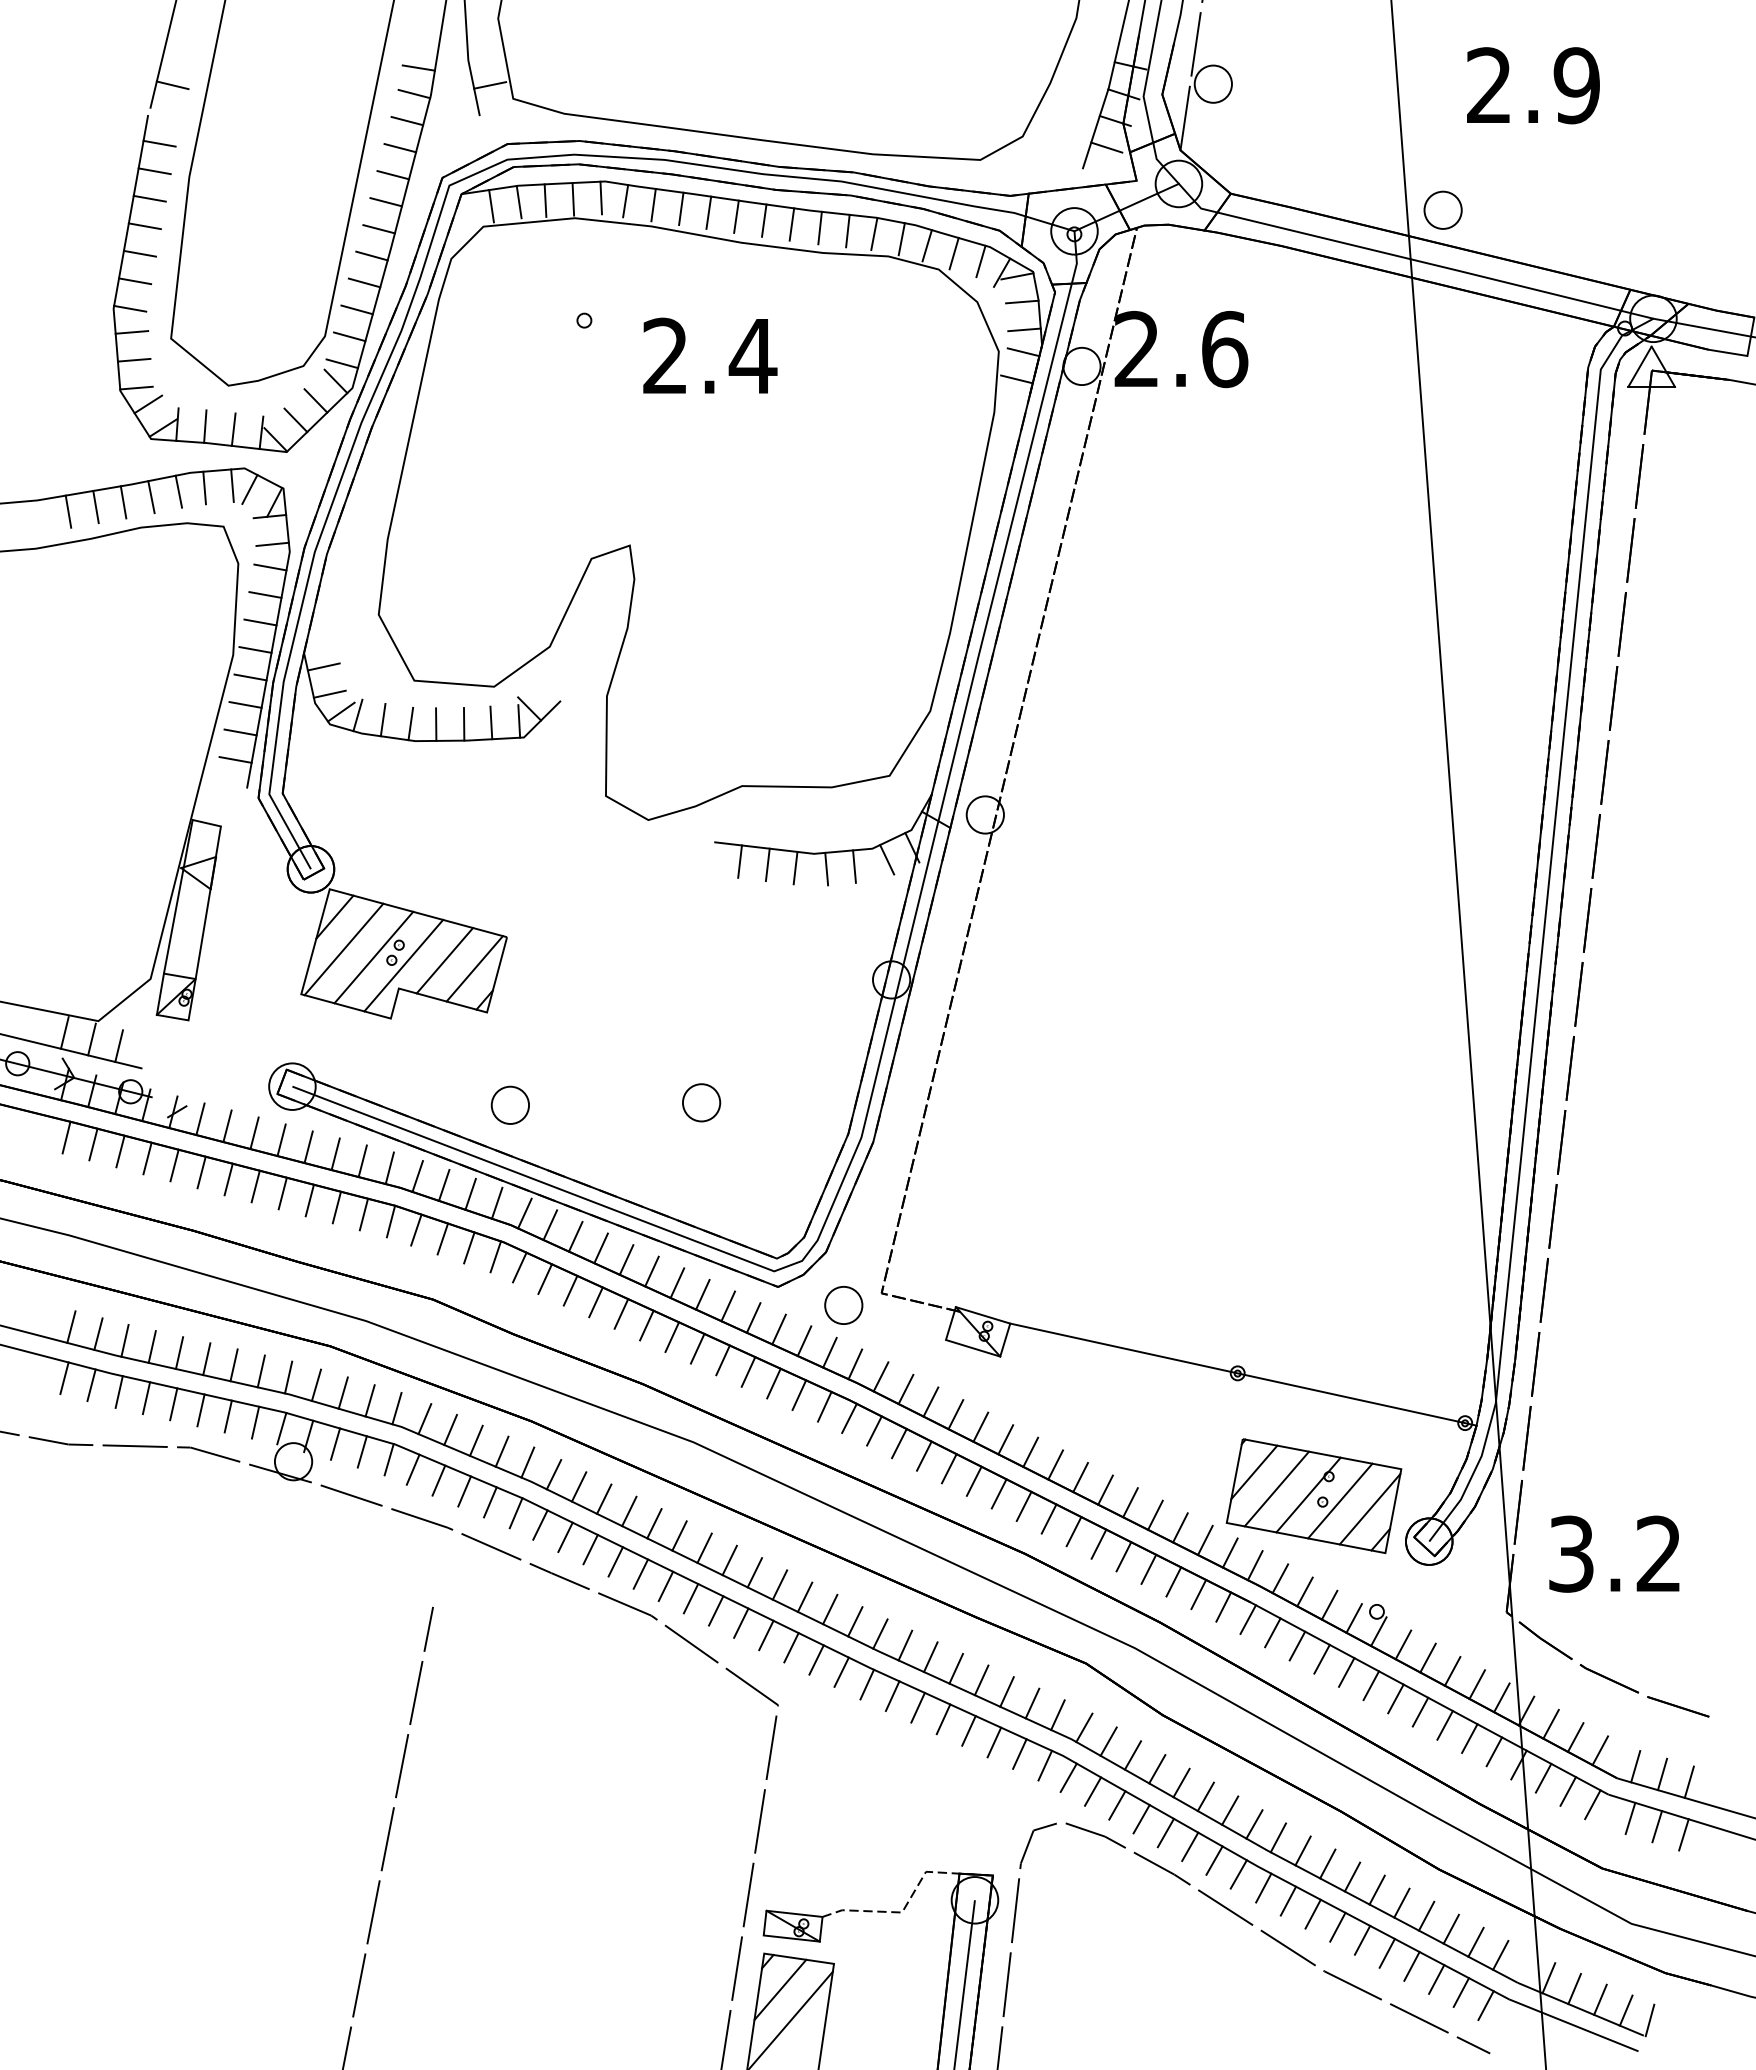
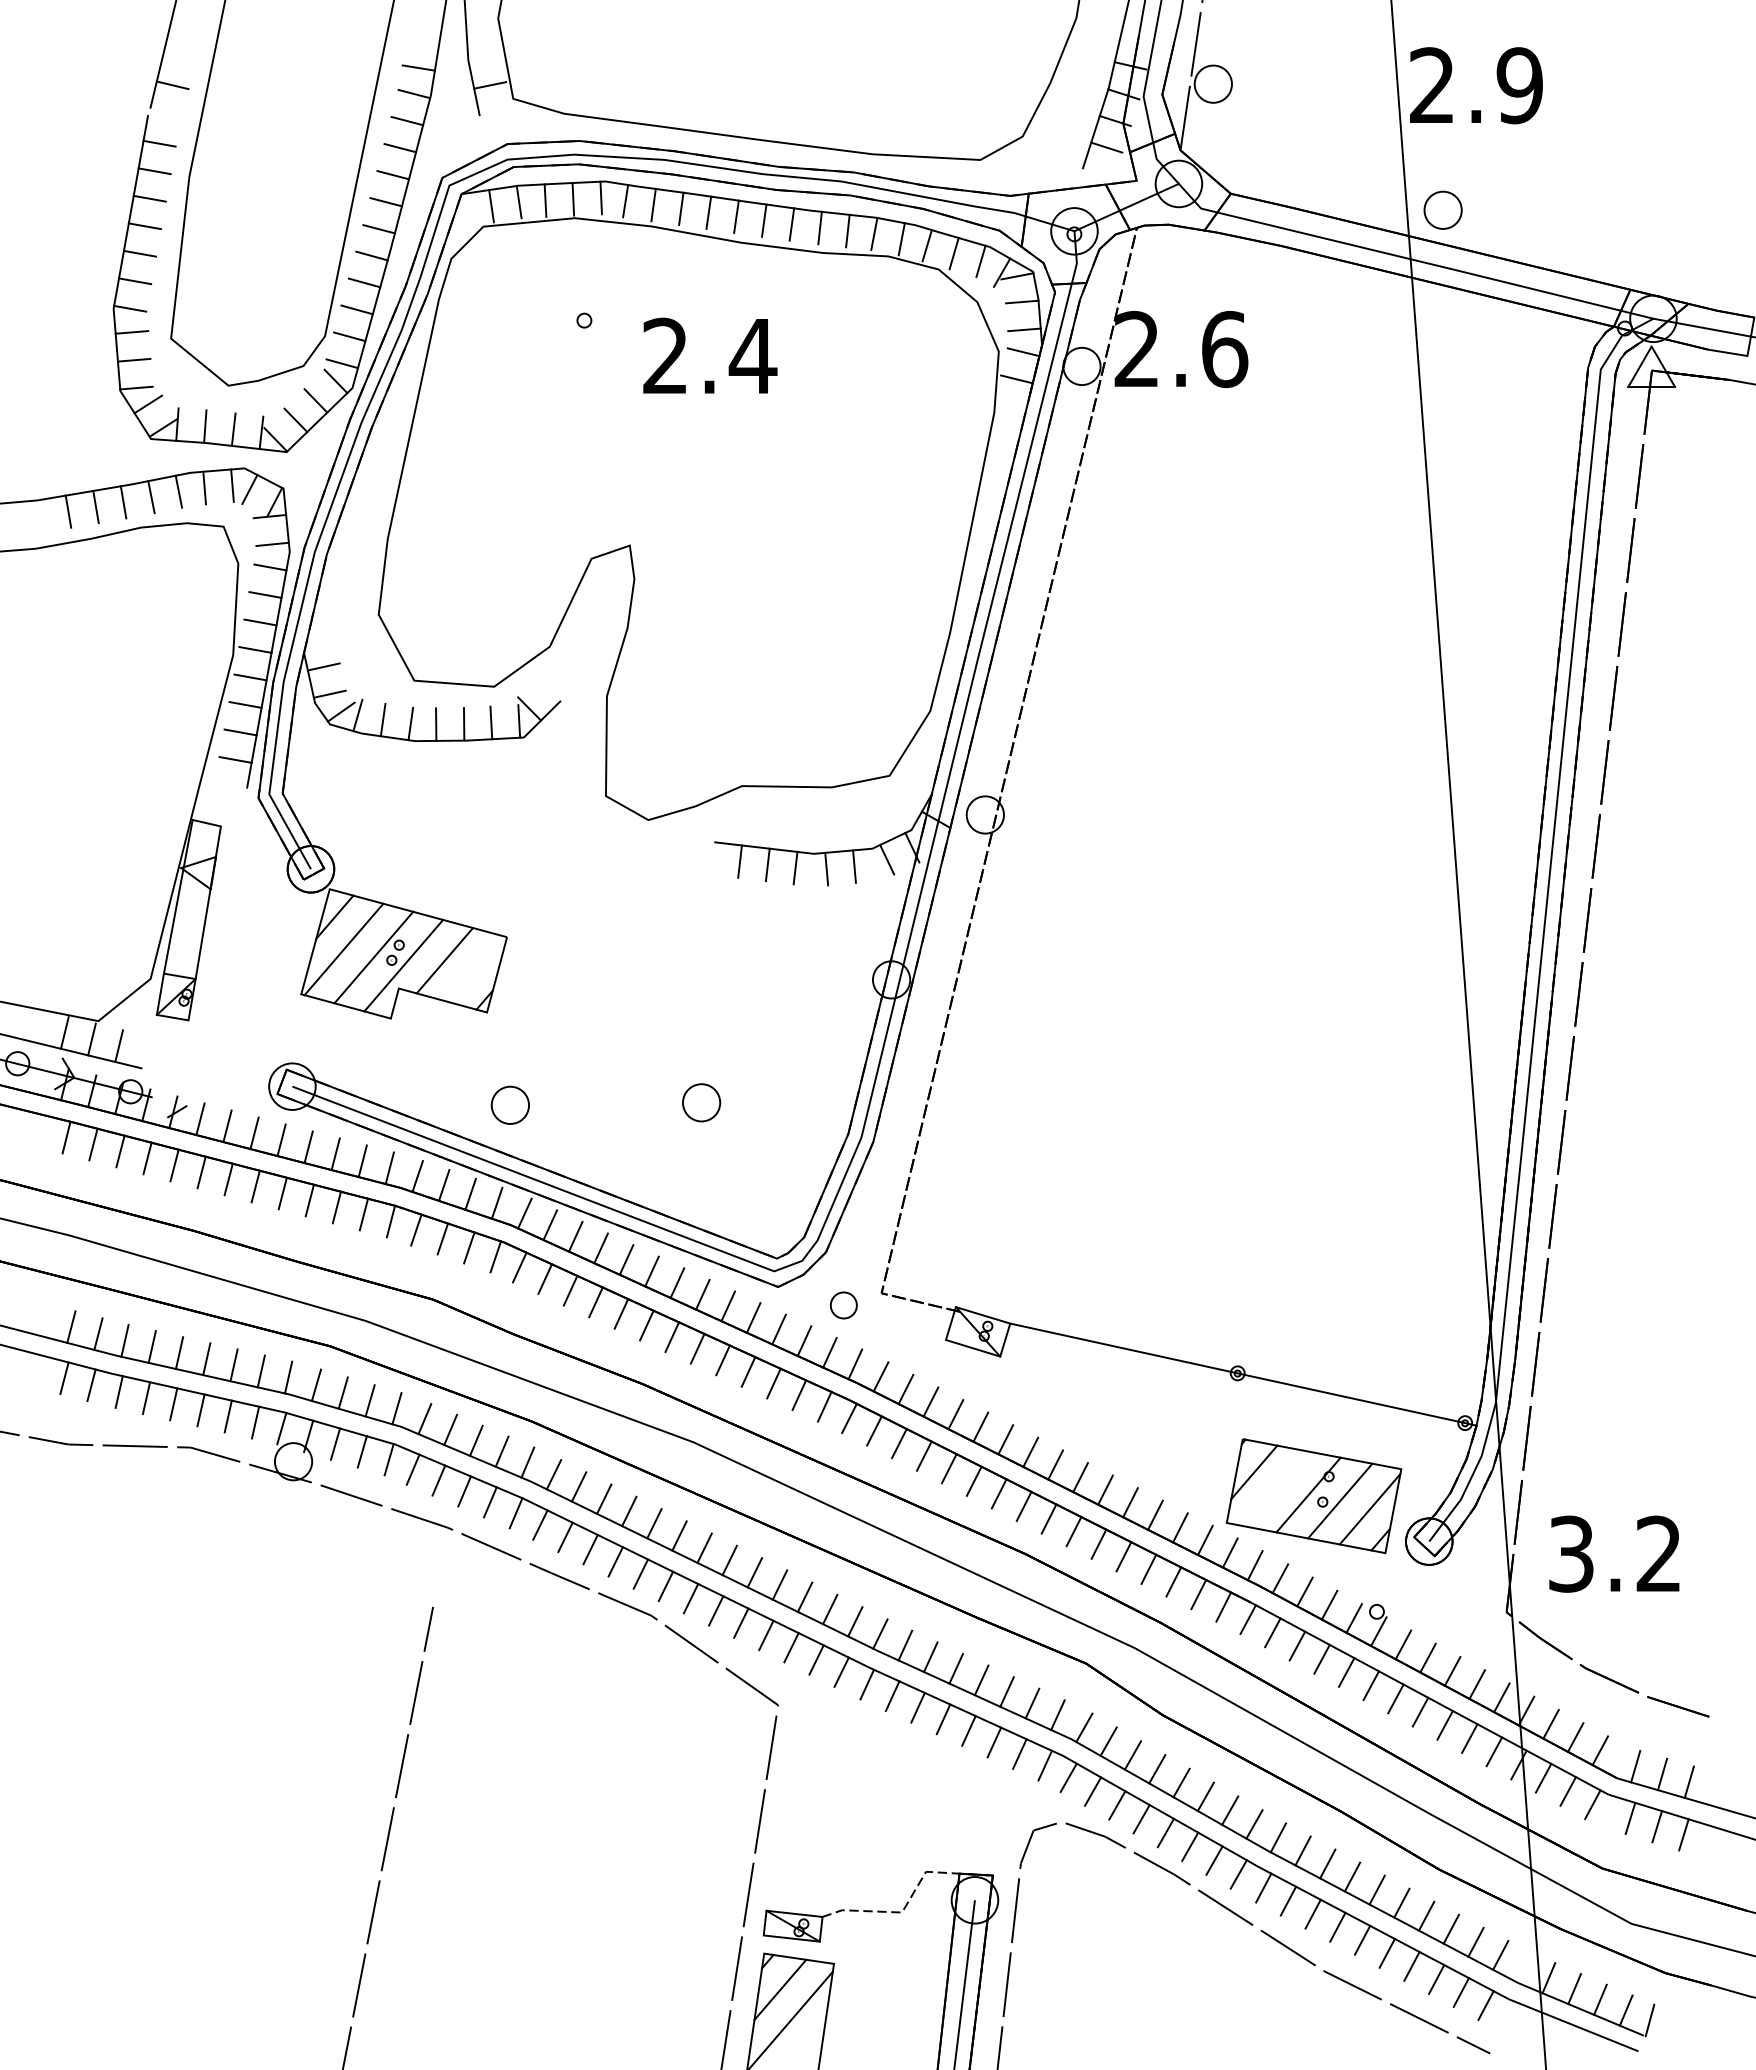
text at (1533, 85) position: (1533, 85) -> (1476, 85)
line at (474, 968): present -> none
part at (843, 1305) size: 40x39 px -> 29x29 px
line at (1276, 1488): present -> none
